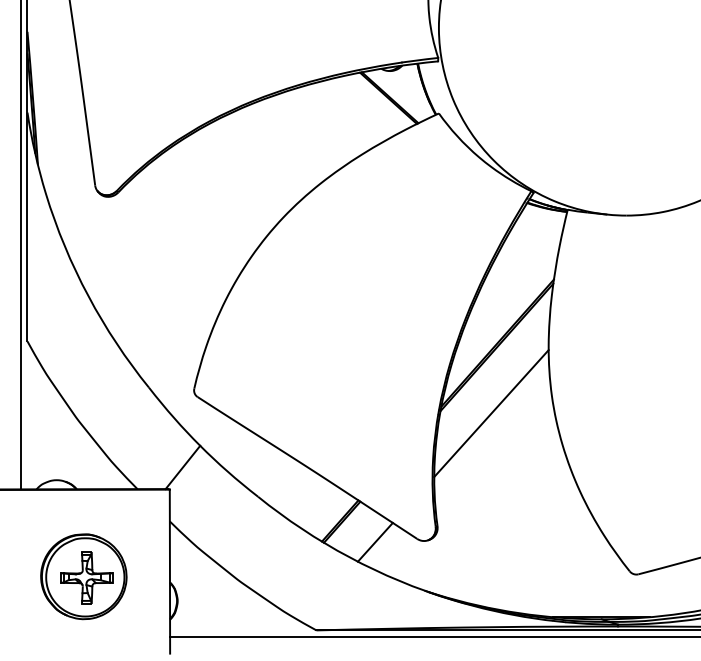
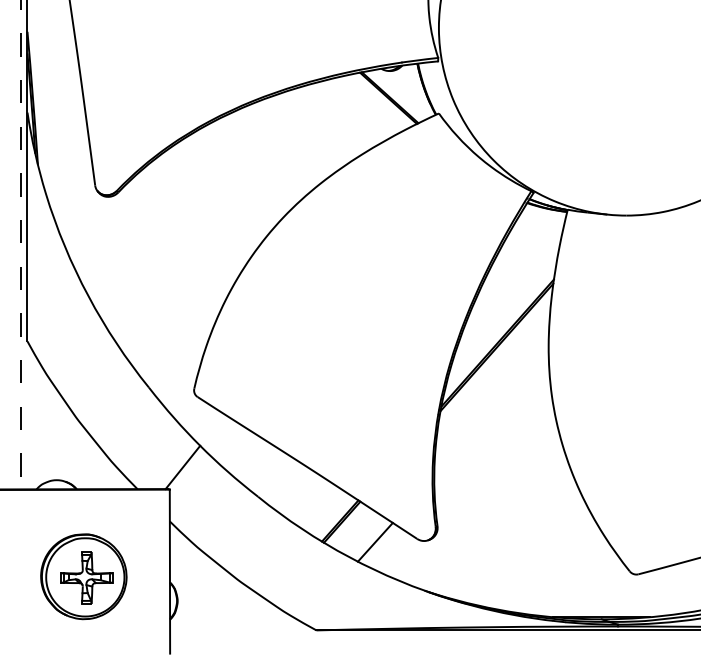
line at (21, 245): solid -> dashed
line at (491, 413): present -> none
line at (433, 636): present -> none
